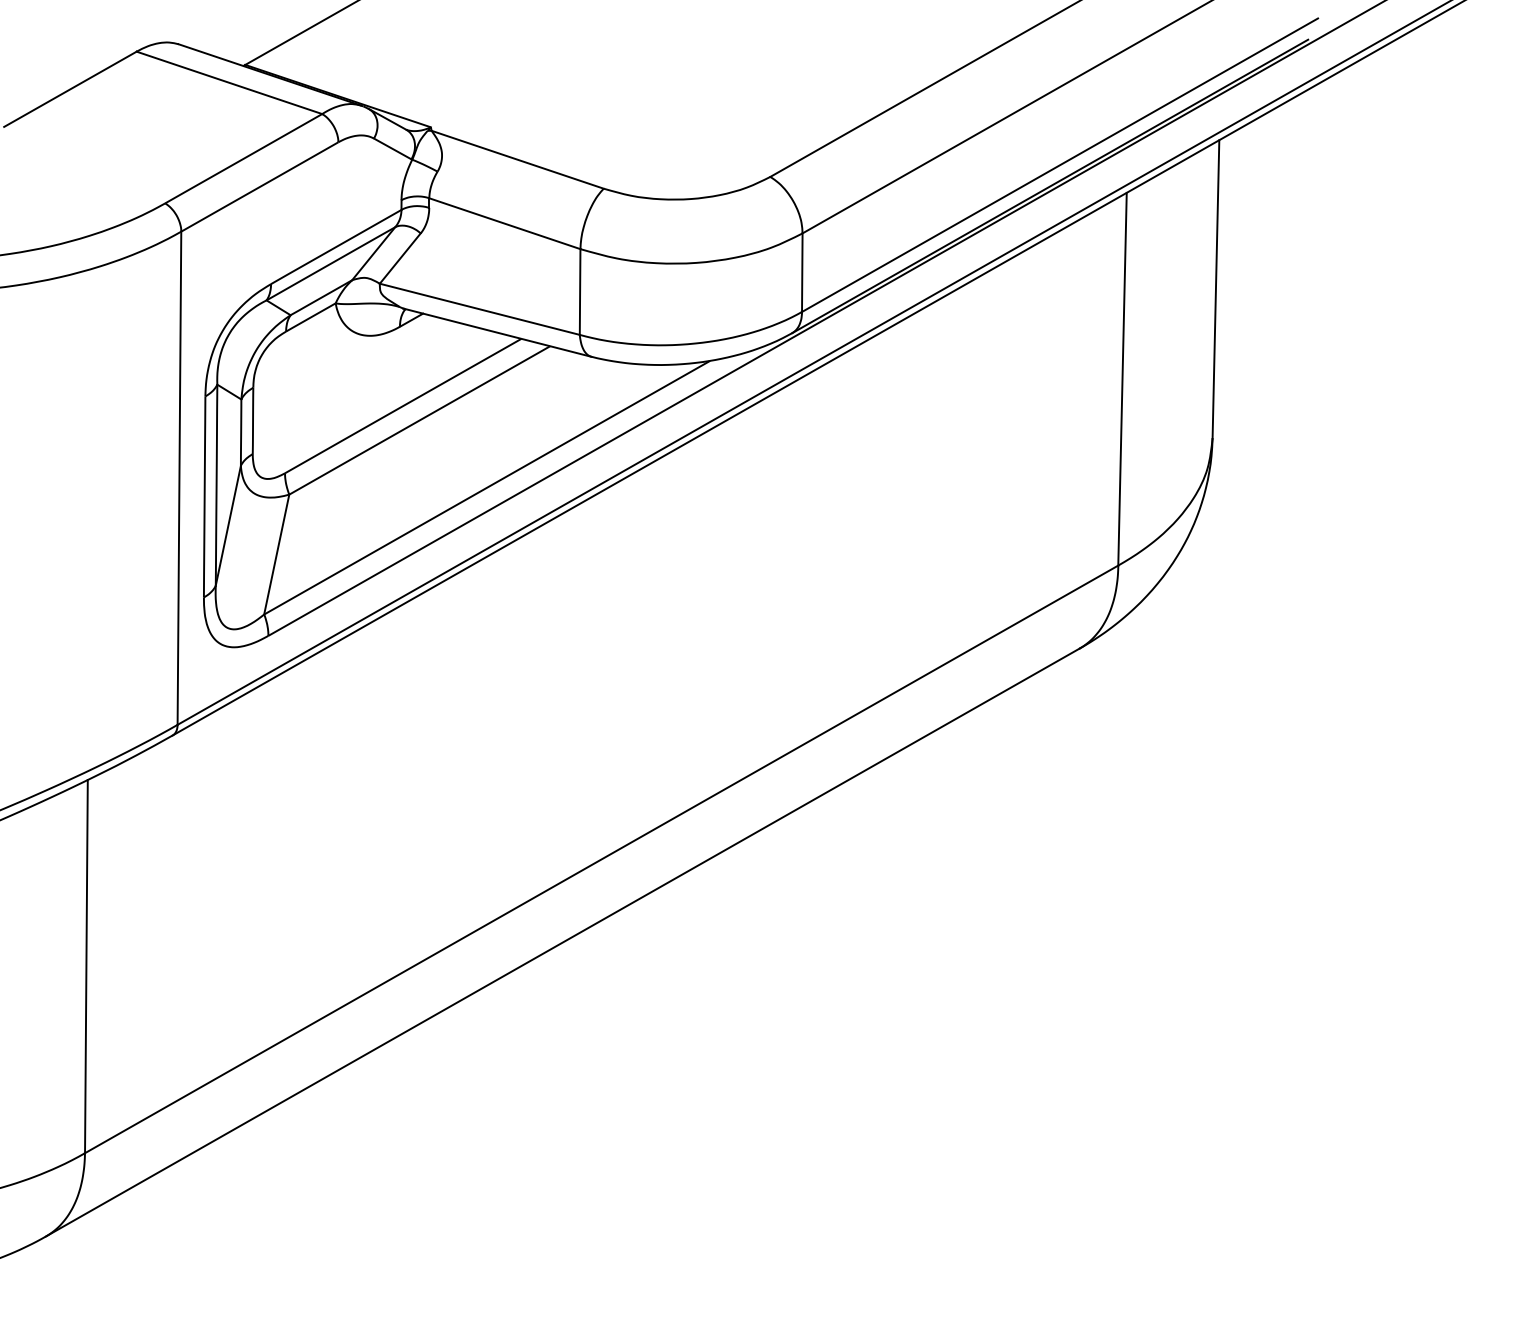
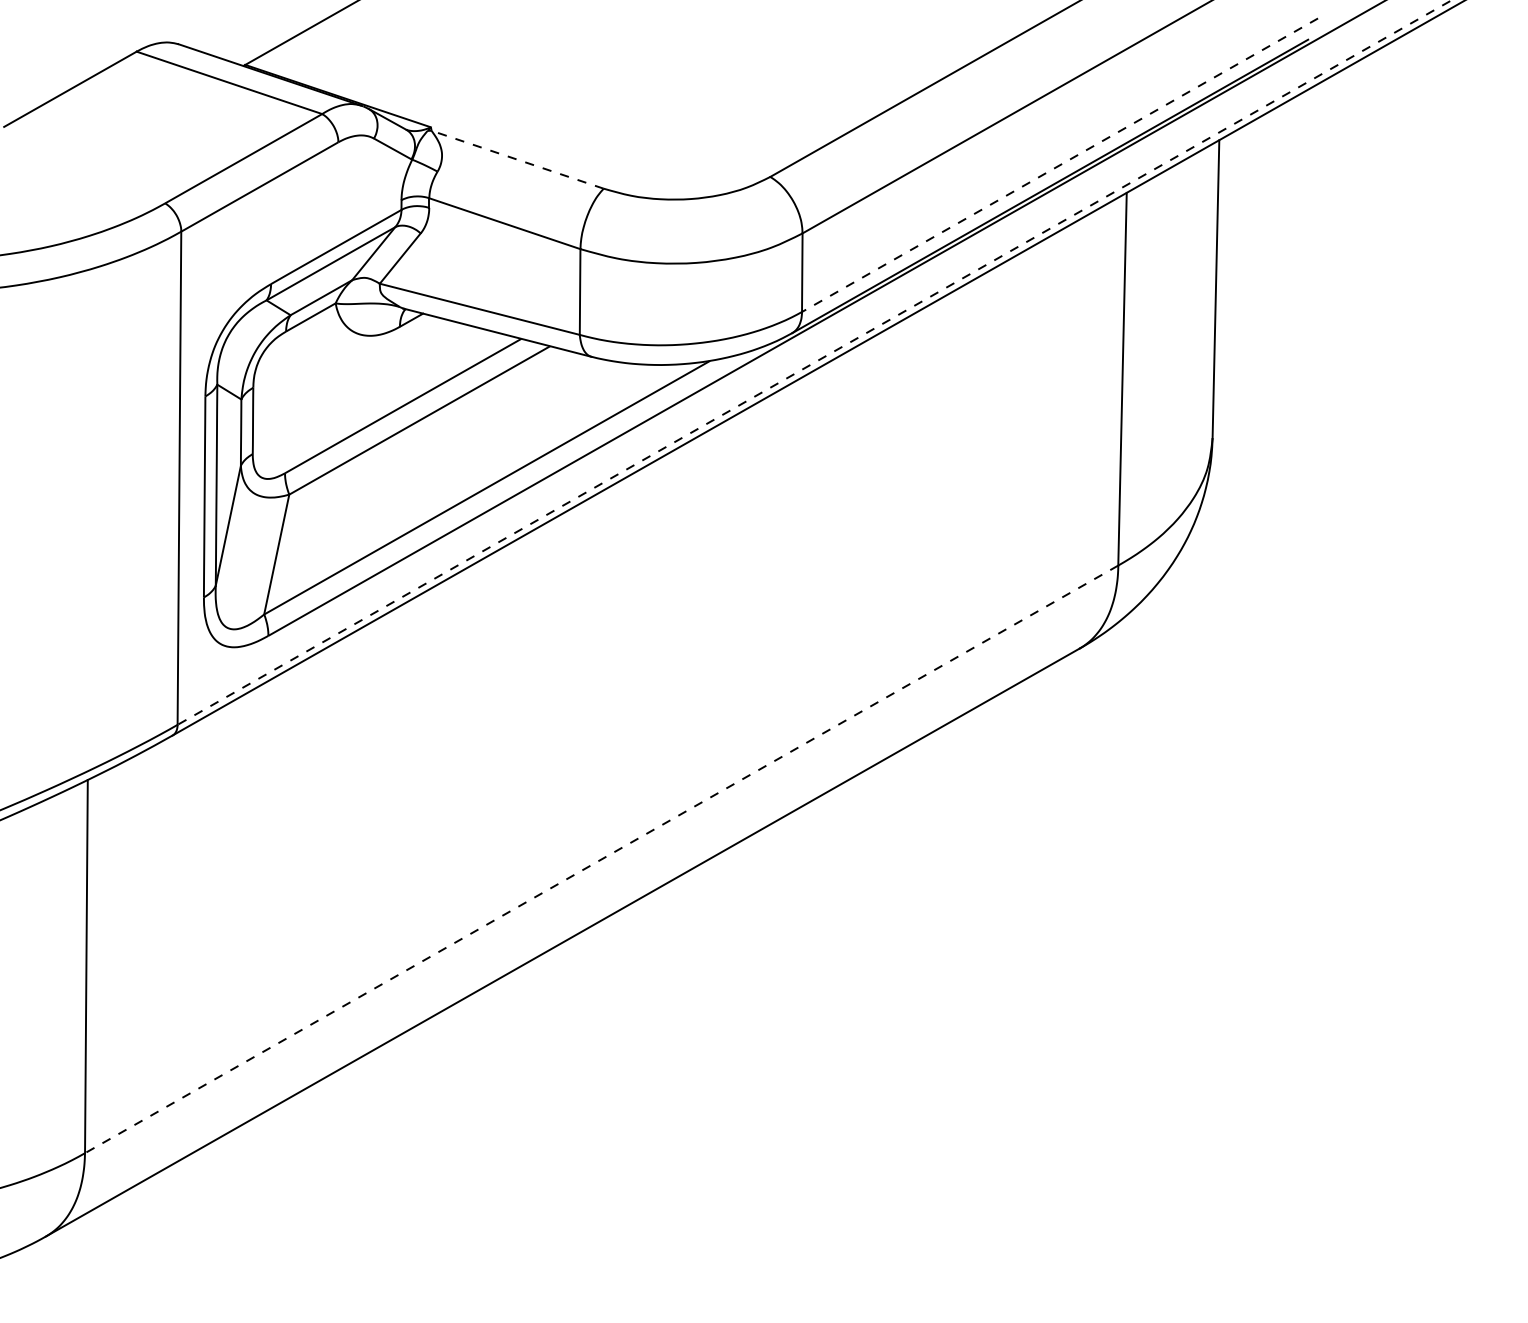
line at (517, 159): solid -> dashed
line at (1060, 165): solid -> dashed
line at (814, 362): solid -> dashed
line at (601, 859): solid -> dashed
